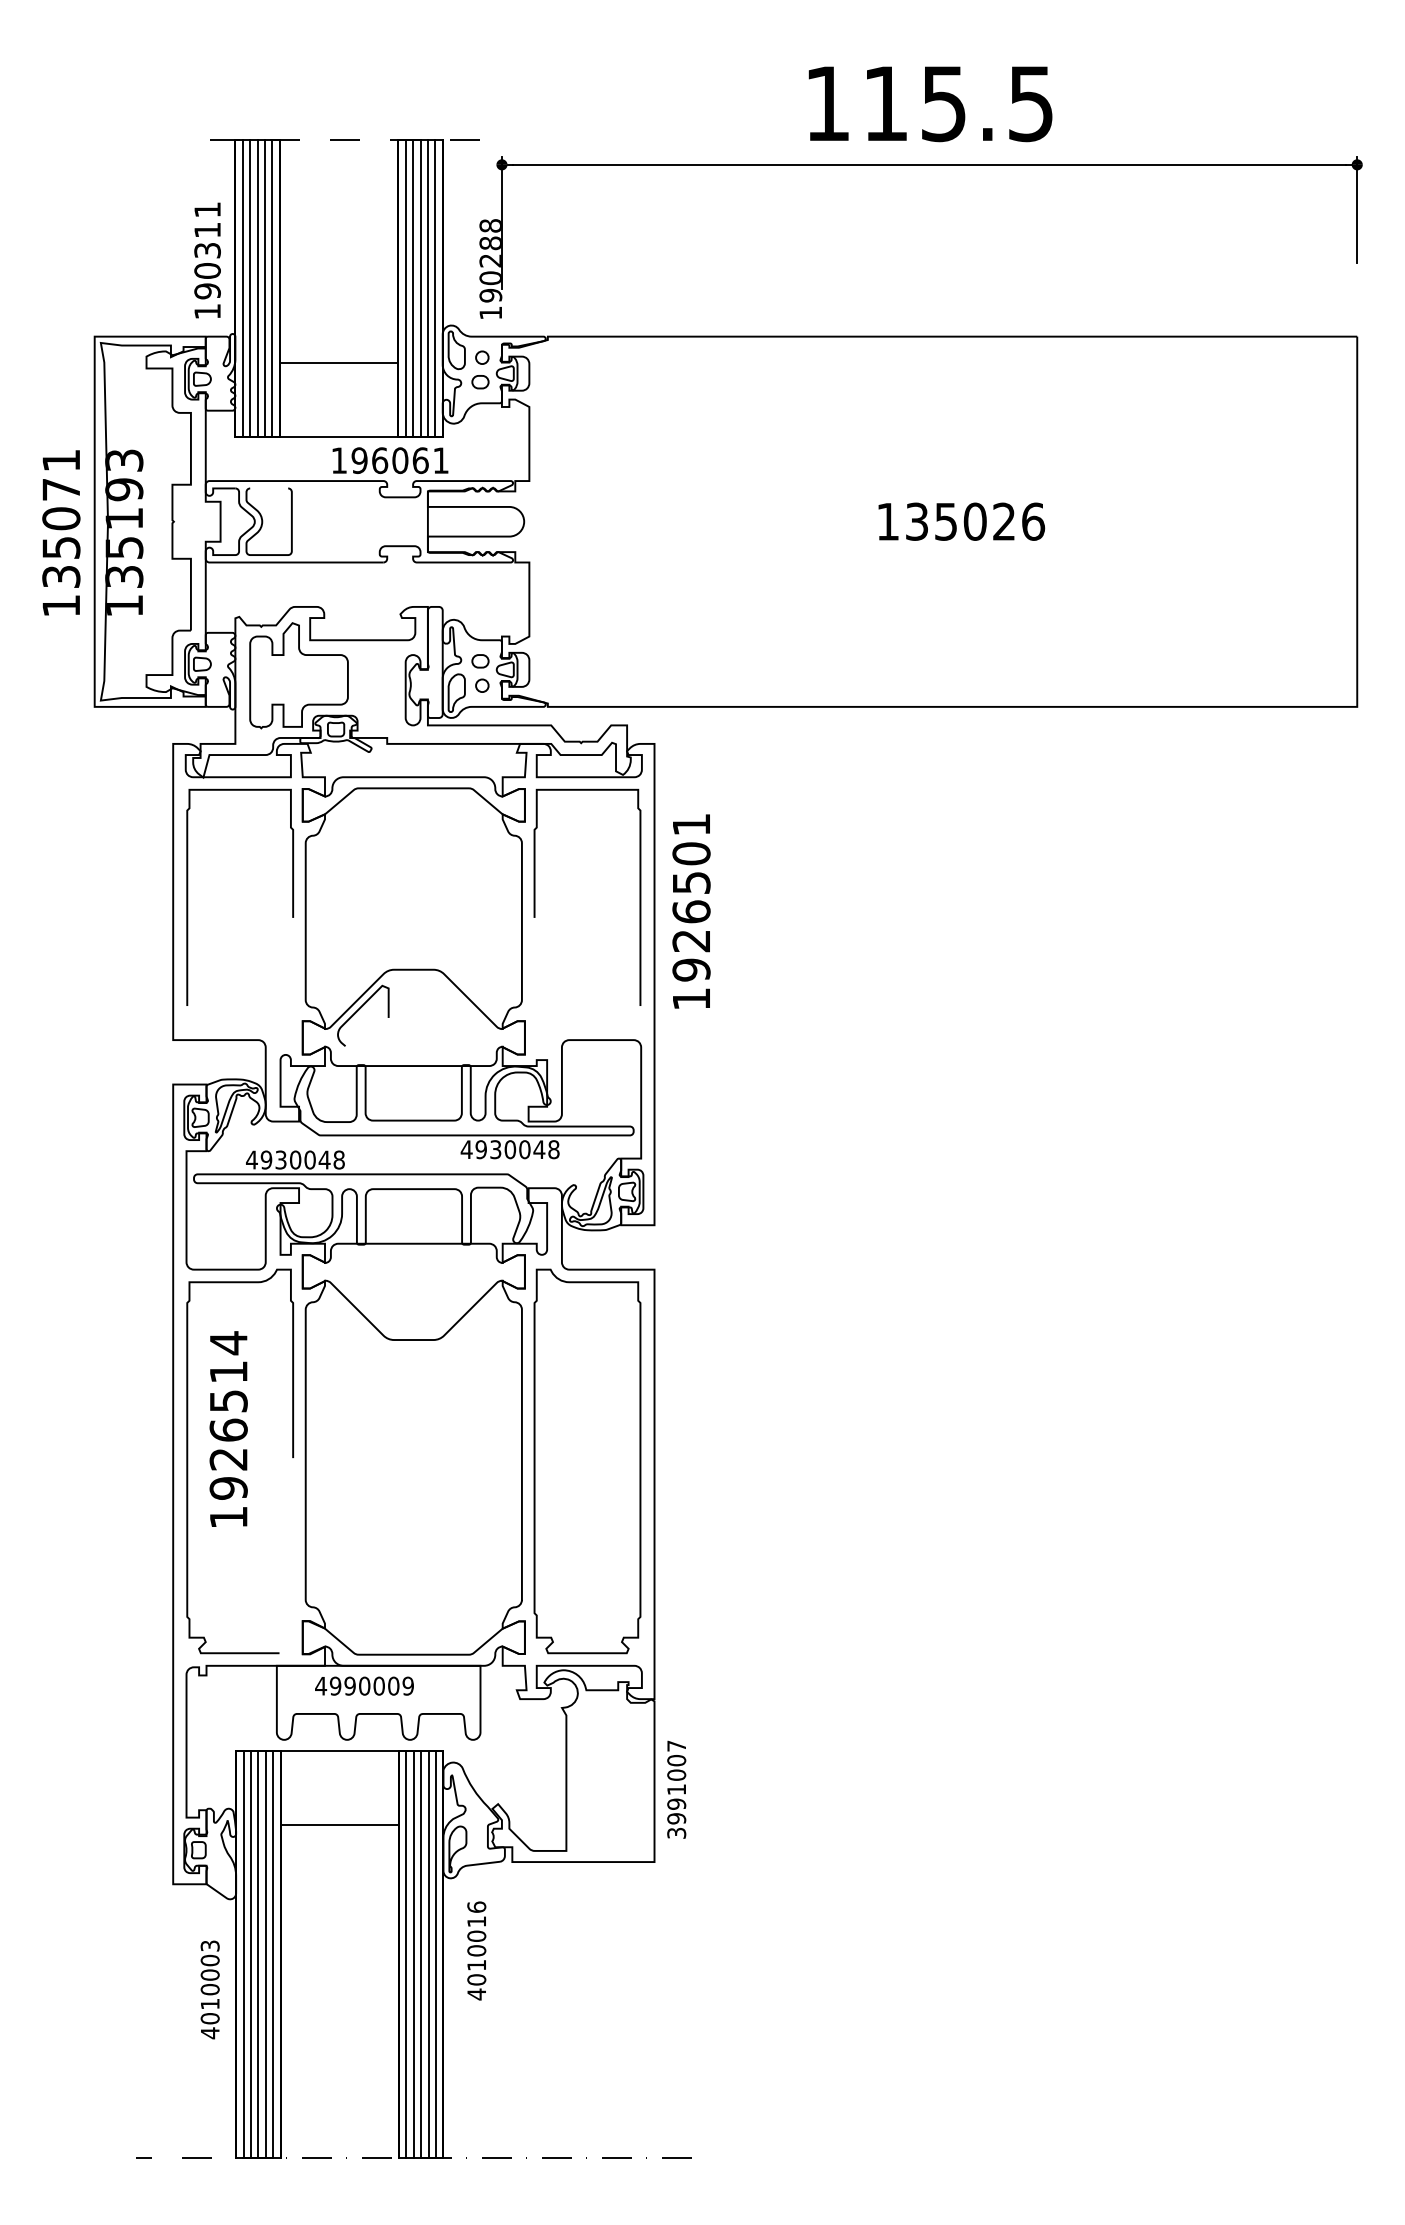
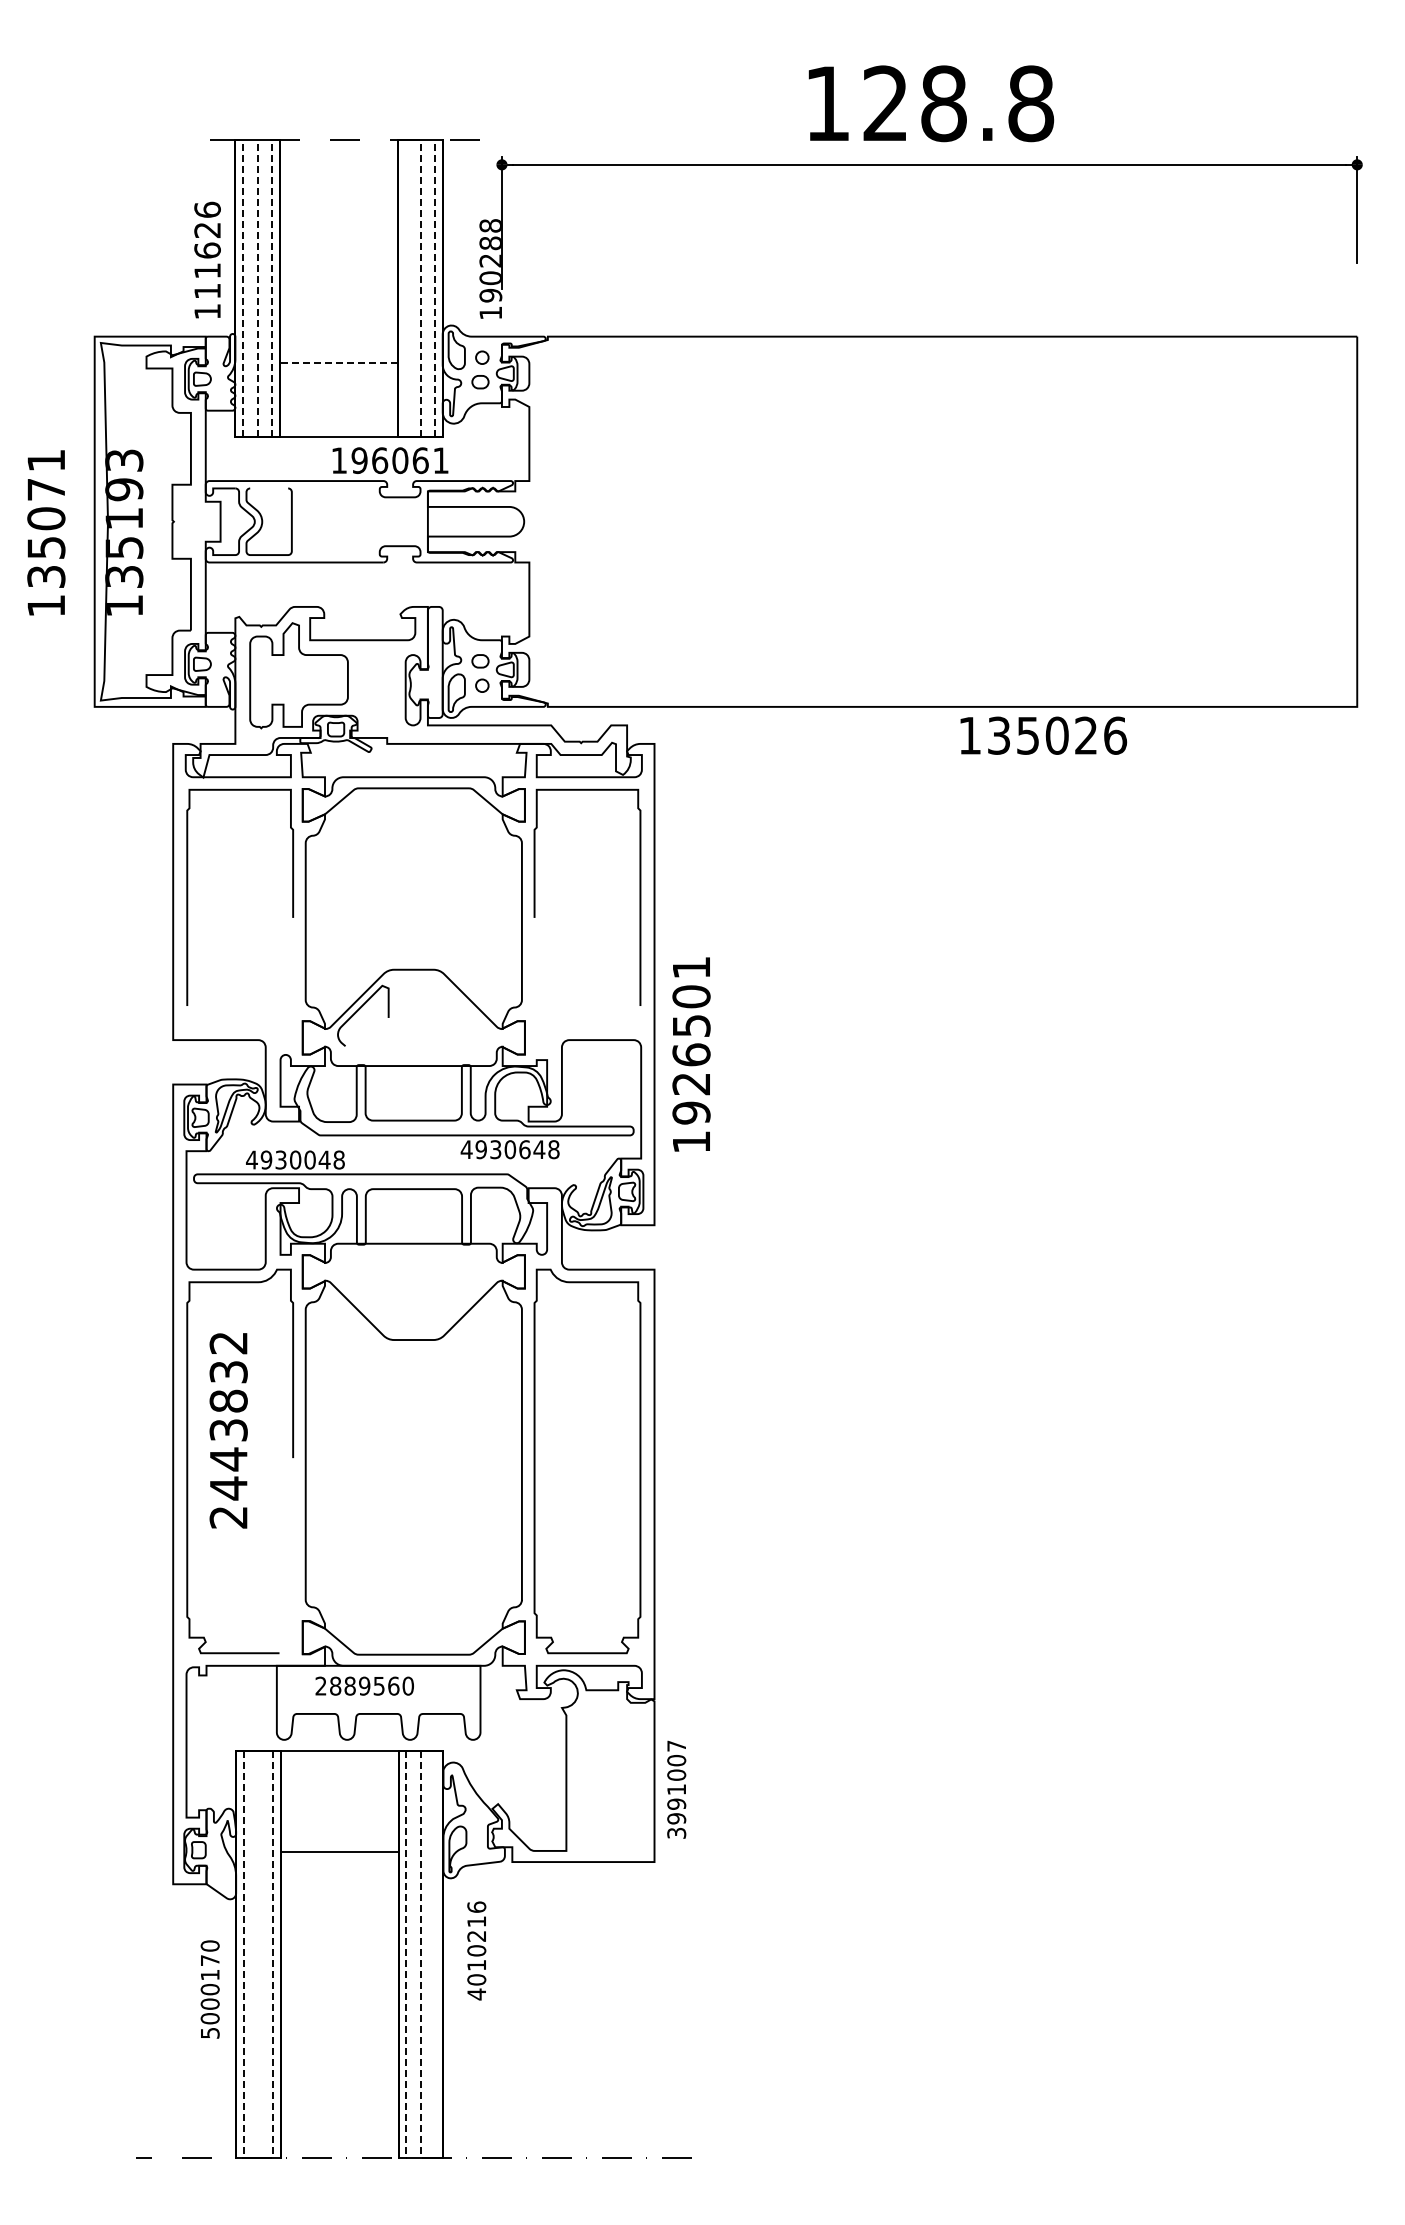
text at (958, 103): 115.5 -> 128.8
text at (207, 250): 190311 -> 111626
line at (242, 288): solid -> dashed
line at (250, 288): present -> none
line at (257, 288): solid -> dashed
line at (265, 288): present -> none
line at (272, 288): solid -> dashed
line at (405, 288): present -> none
line at (413, 288): present -> none
line at (420, 288): solid -> dashed
line at (427, 288): present -> none
line at (435, 288): solid -> dashed
line at (338, 362): solid -> dashed
text at (961, 521) position: (961, 521) -> (1043, 735)
text at (61, 532) position: (61, 532) -> (46, 532)
text at (691, 911) position: (691, 911) -> (691, 1054)
text at (524, 1149): 4930048 -> 4930648
text at (228, 1429): 1926514 -> 2443832
text at (364, 1685): 4990009 -> 2889560
line at (339, 1825) position: (339, 1825) -> (339, 1852)
text at (476, 1935): 4010016 -> 4010216
line at (243, 1954): solid -> dashed
line at (250, 1954): present -> none
line at (258, 1954): present -> none
line at (265, 1954): present -> none
line at (273, 1954): solid -> dashed
line at (406, 1954): solid -> dashed
line at (413, 1954): present -> none
line at (421, 1954): solid -> dashed
line at (428, 1954): present -> none
line at (436, 1954): present -> none
text at (209, 1989): 4010003 -> 5000170
